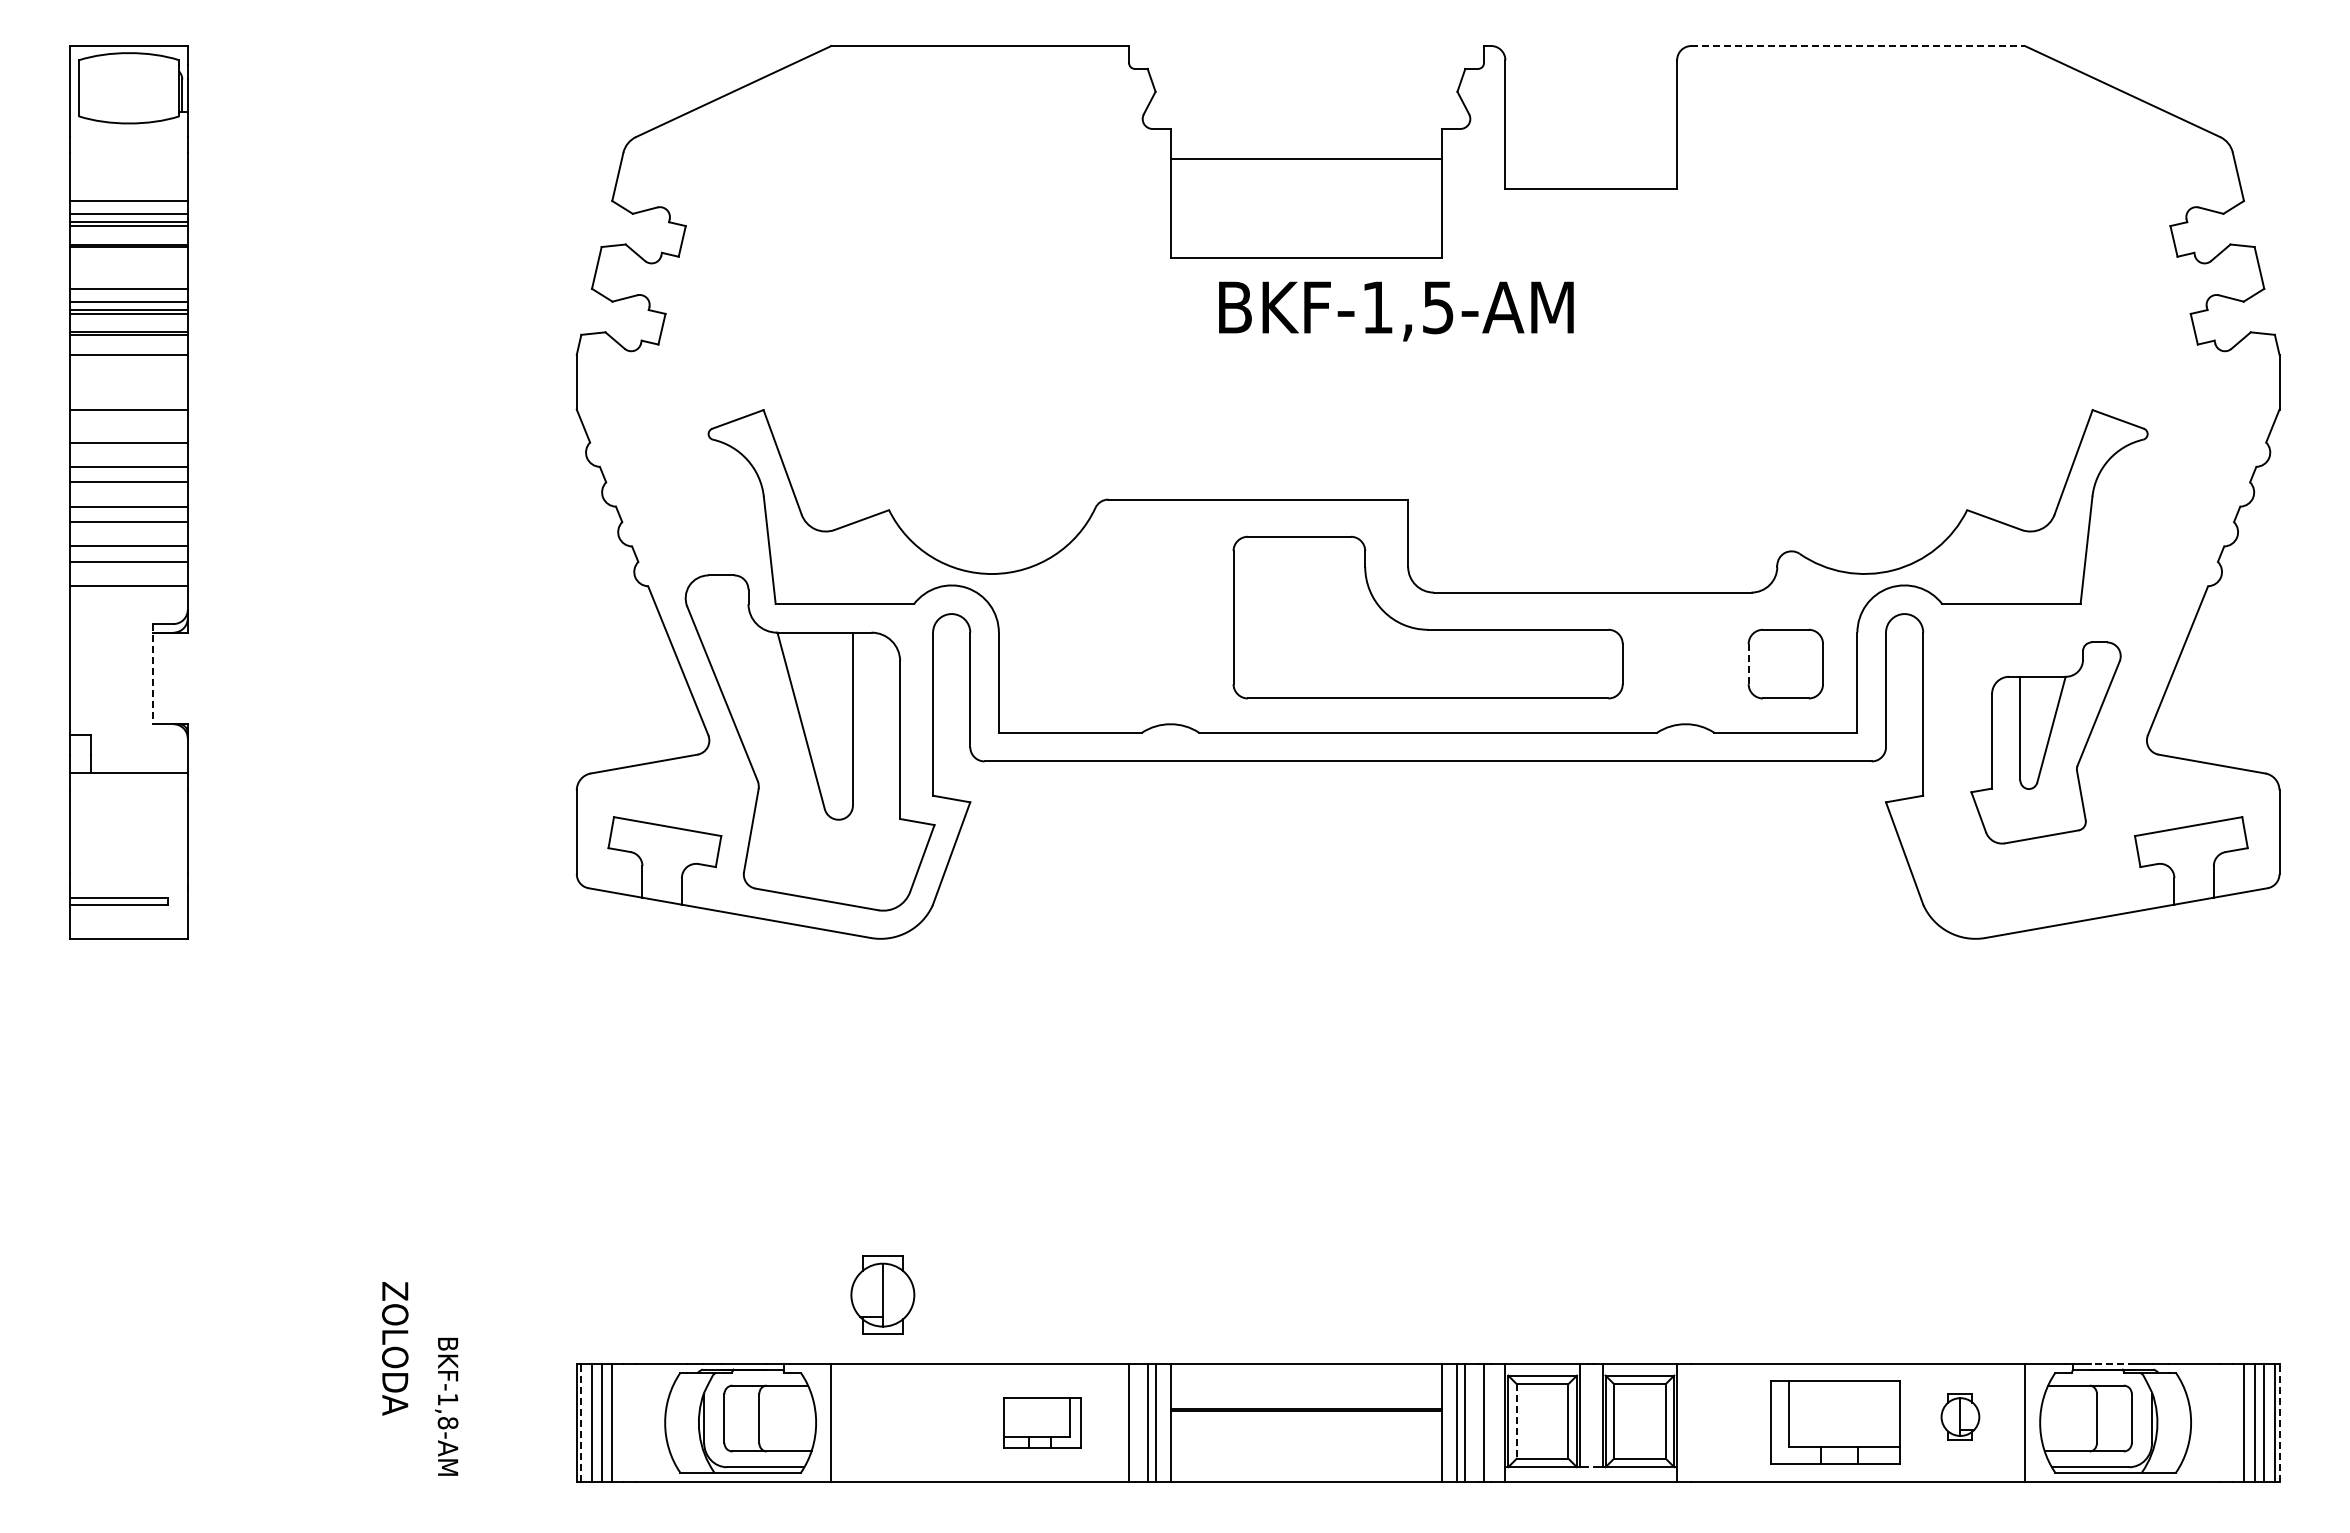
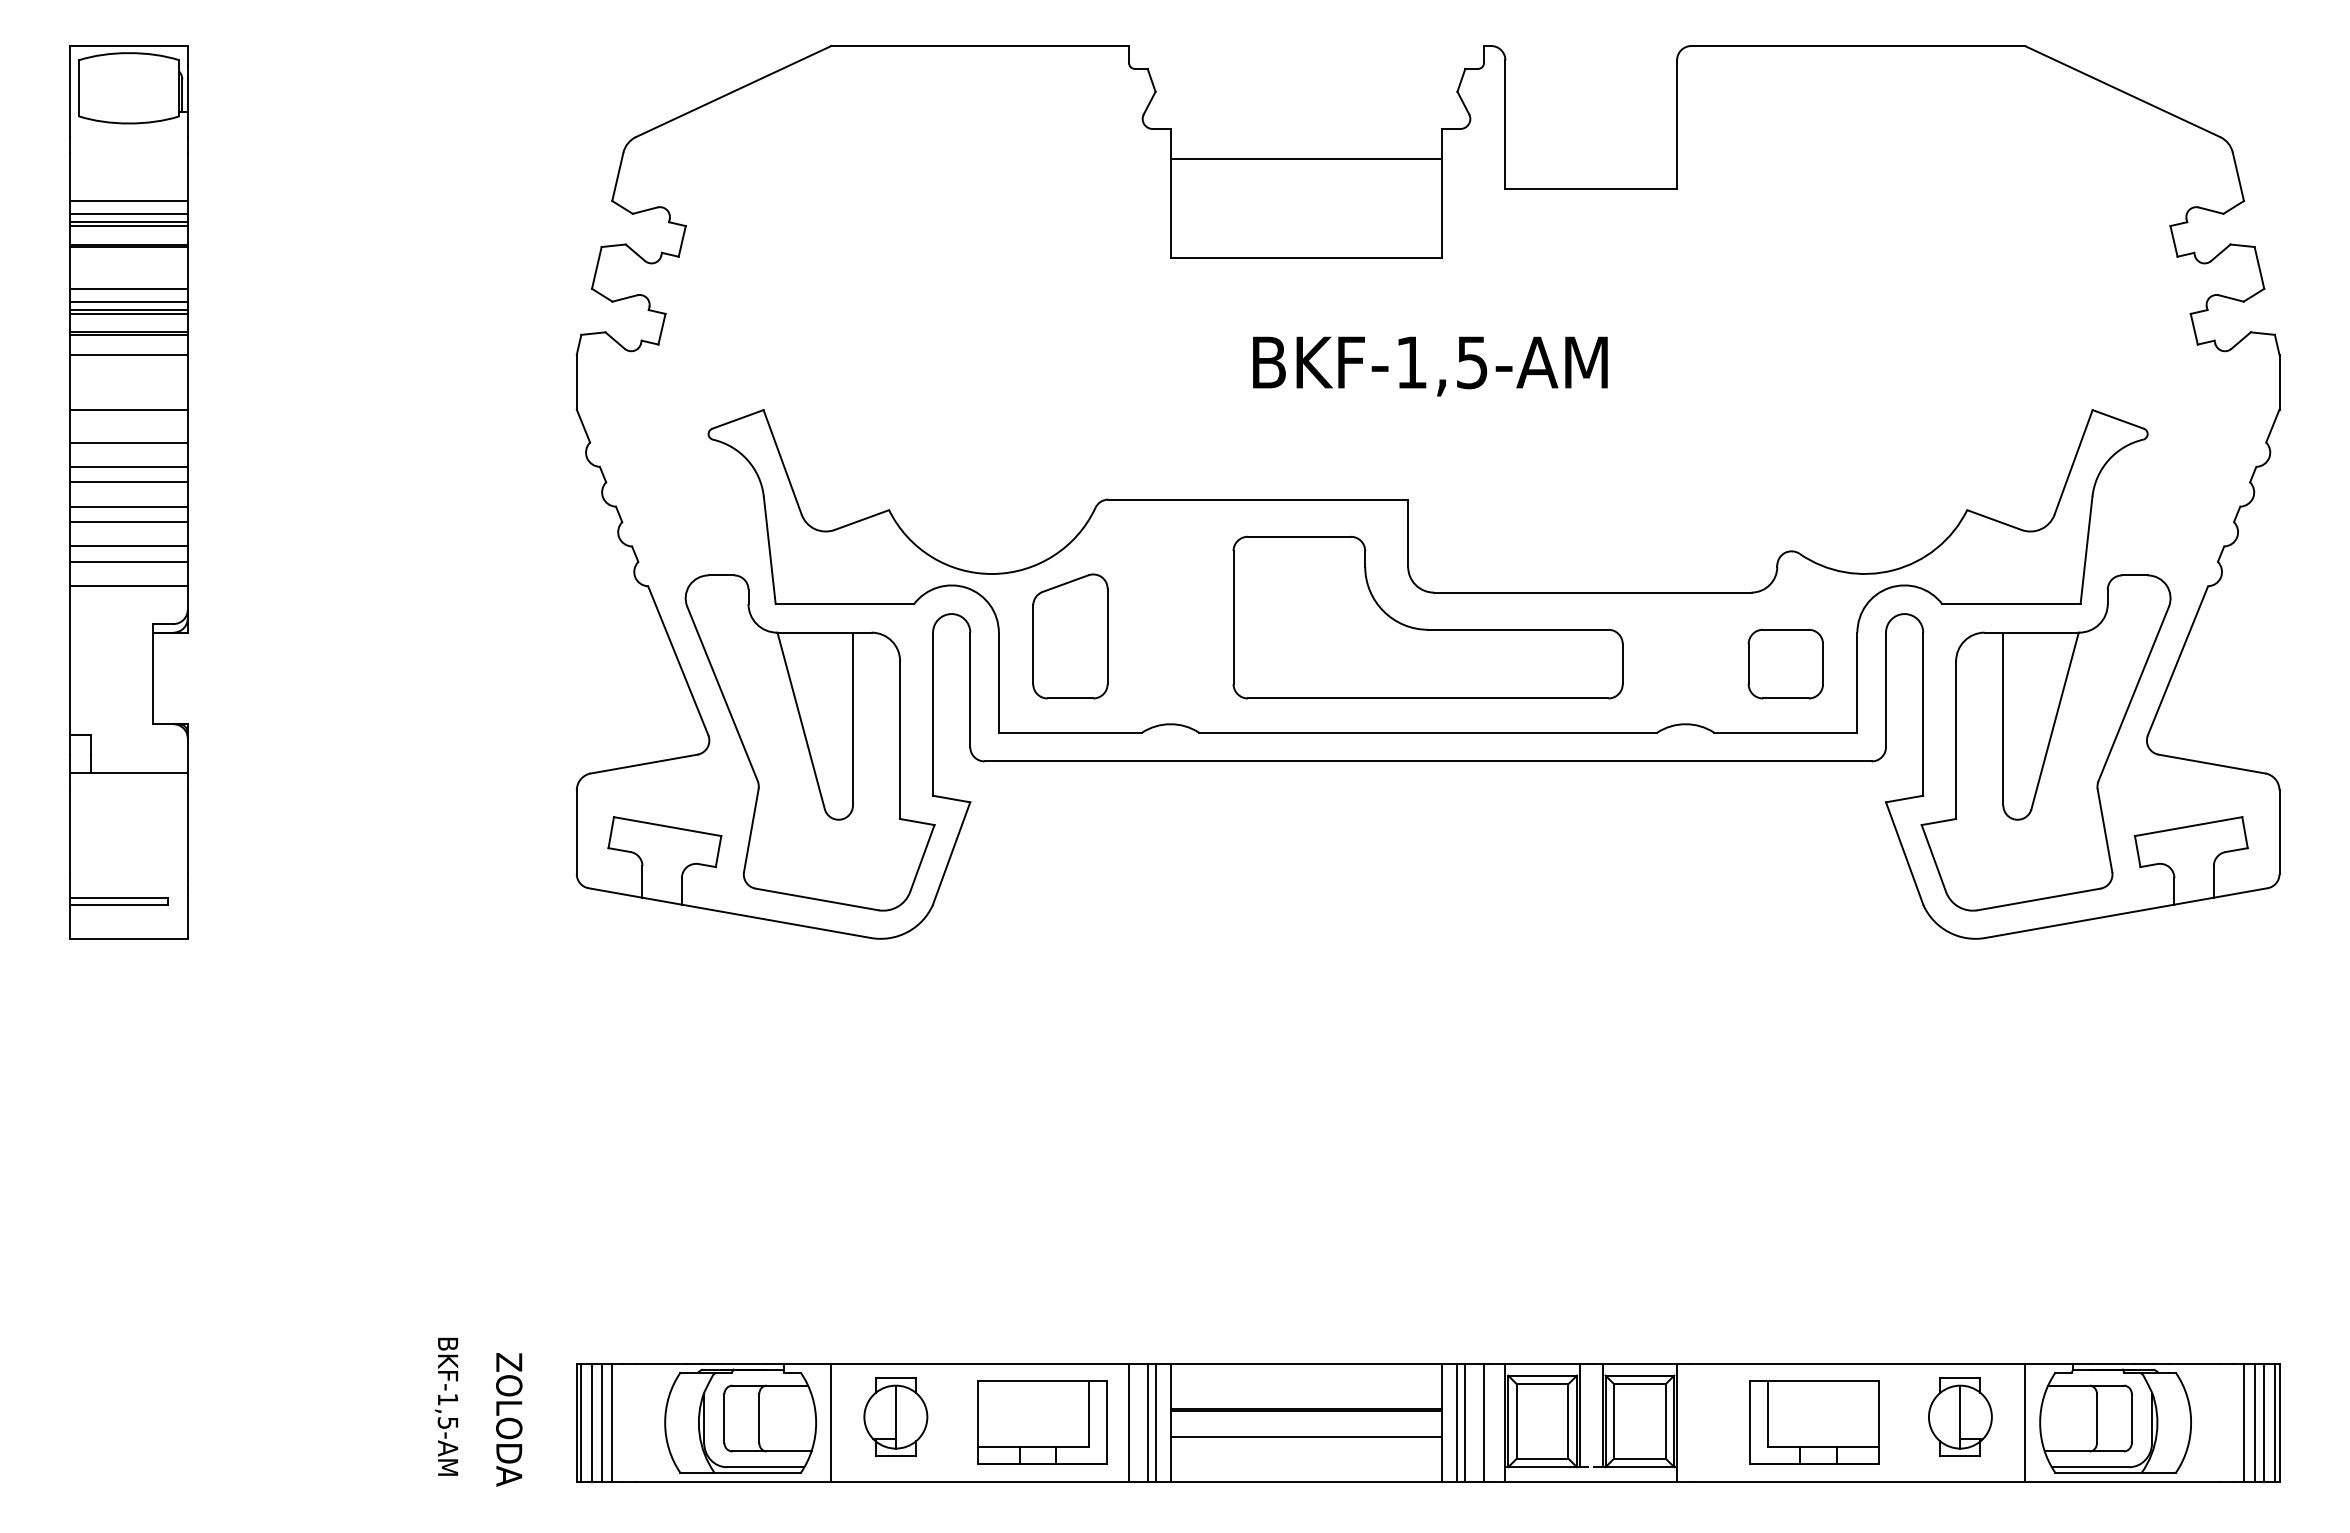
line at (1858, 46): dashed -> solid
text at (1396, 311) position: (1396, 311) -> (1430, 366)
part at (1070, 636): none -> present
line at (1748, 663): dashed -> solid
line at (153, 674): dashed -> solid
part at (2045, 742) size: 152x204 px -> 252x338 px
part at (882, 1294) position: (882, 1294) -> (895, 1416)
text at (395, 1348) position: (395, 1348) -> (509, 1419)
line at (2112, 1364): dashed -> solid
part at (1960, 1416) size: 41x48 px -> 65x80 px
line at (1516, 1421): dashed -> solid
line at (581, 1422): dashed -> solid
part at (1042, 1422) size: 79x52 px -> 131x85 px
part at (1835, 1422) position: (1835, 1422) -> (1814, 1422)
line at (2279, 1422): dashed -> solid
text at (447, 1423): BKF-1,8-AM -> BKF-1,5-AM
line at (1306, 1437): none -> present
